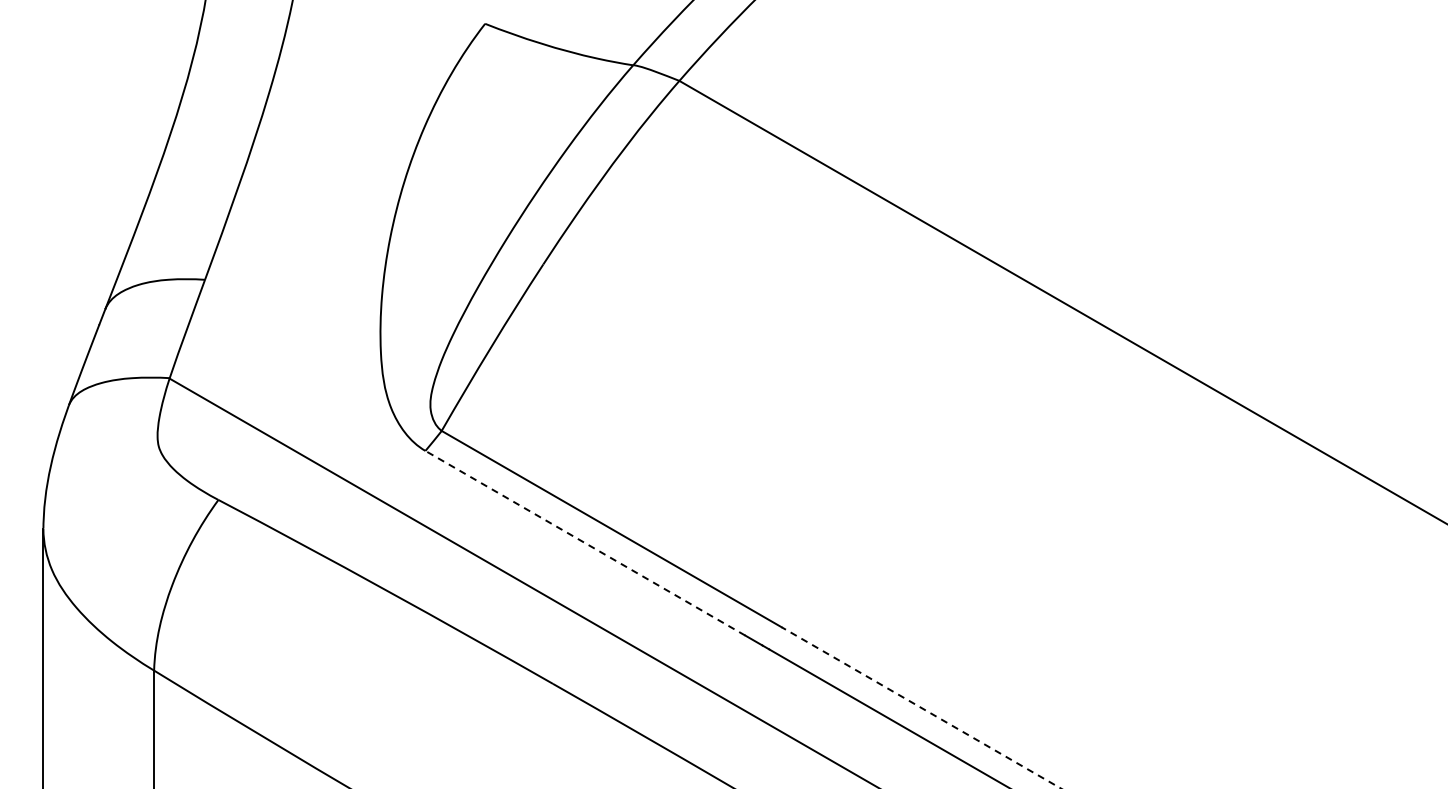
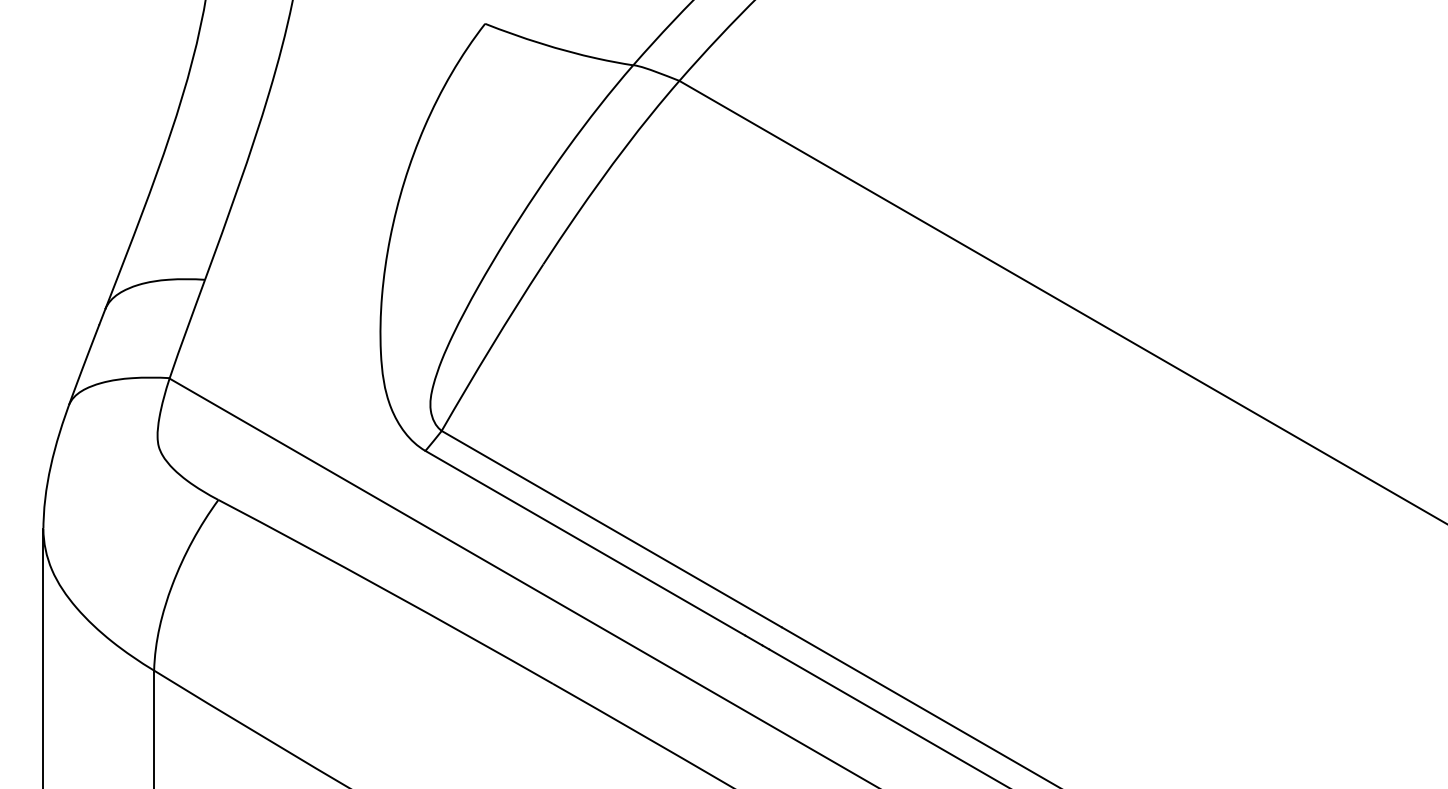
line at (585, 543): dashed -> solid
line at (921, 707): dashed -> solid
